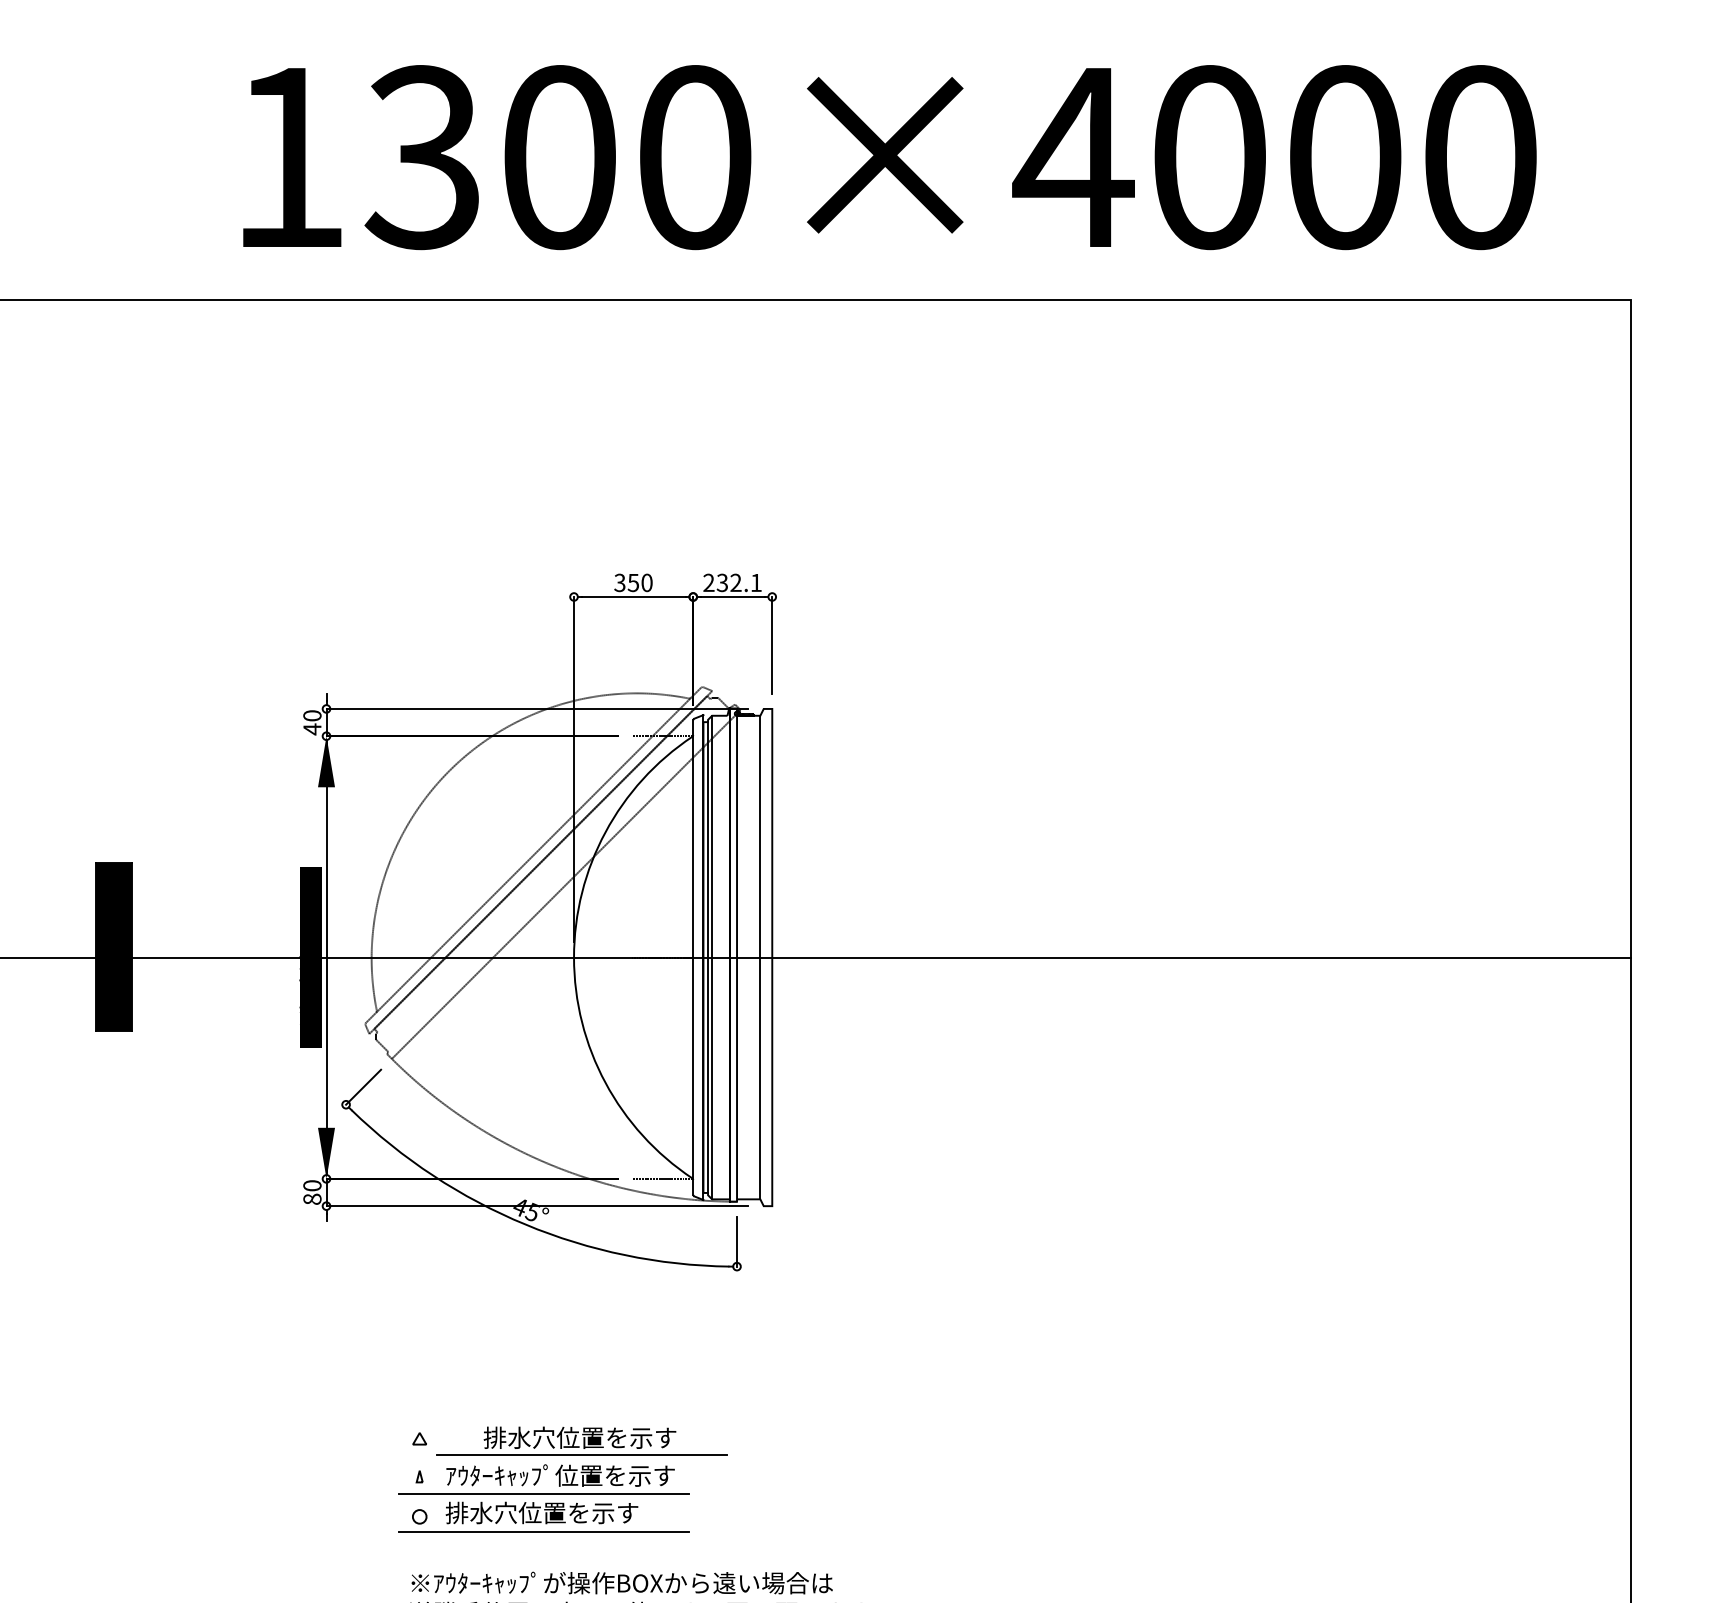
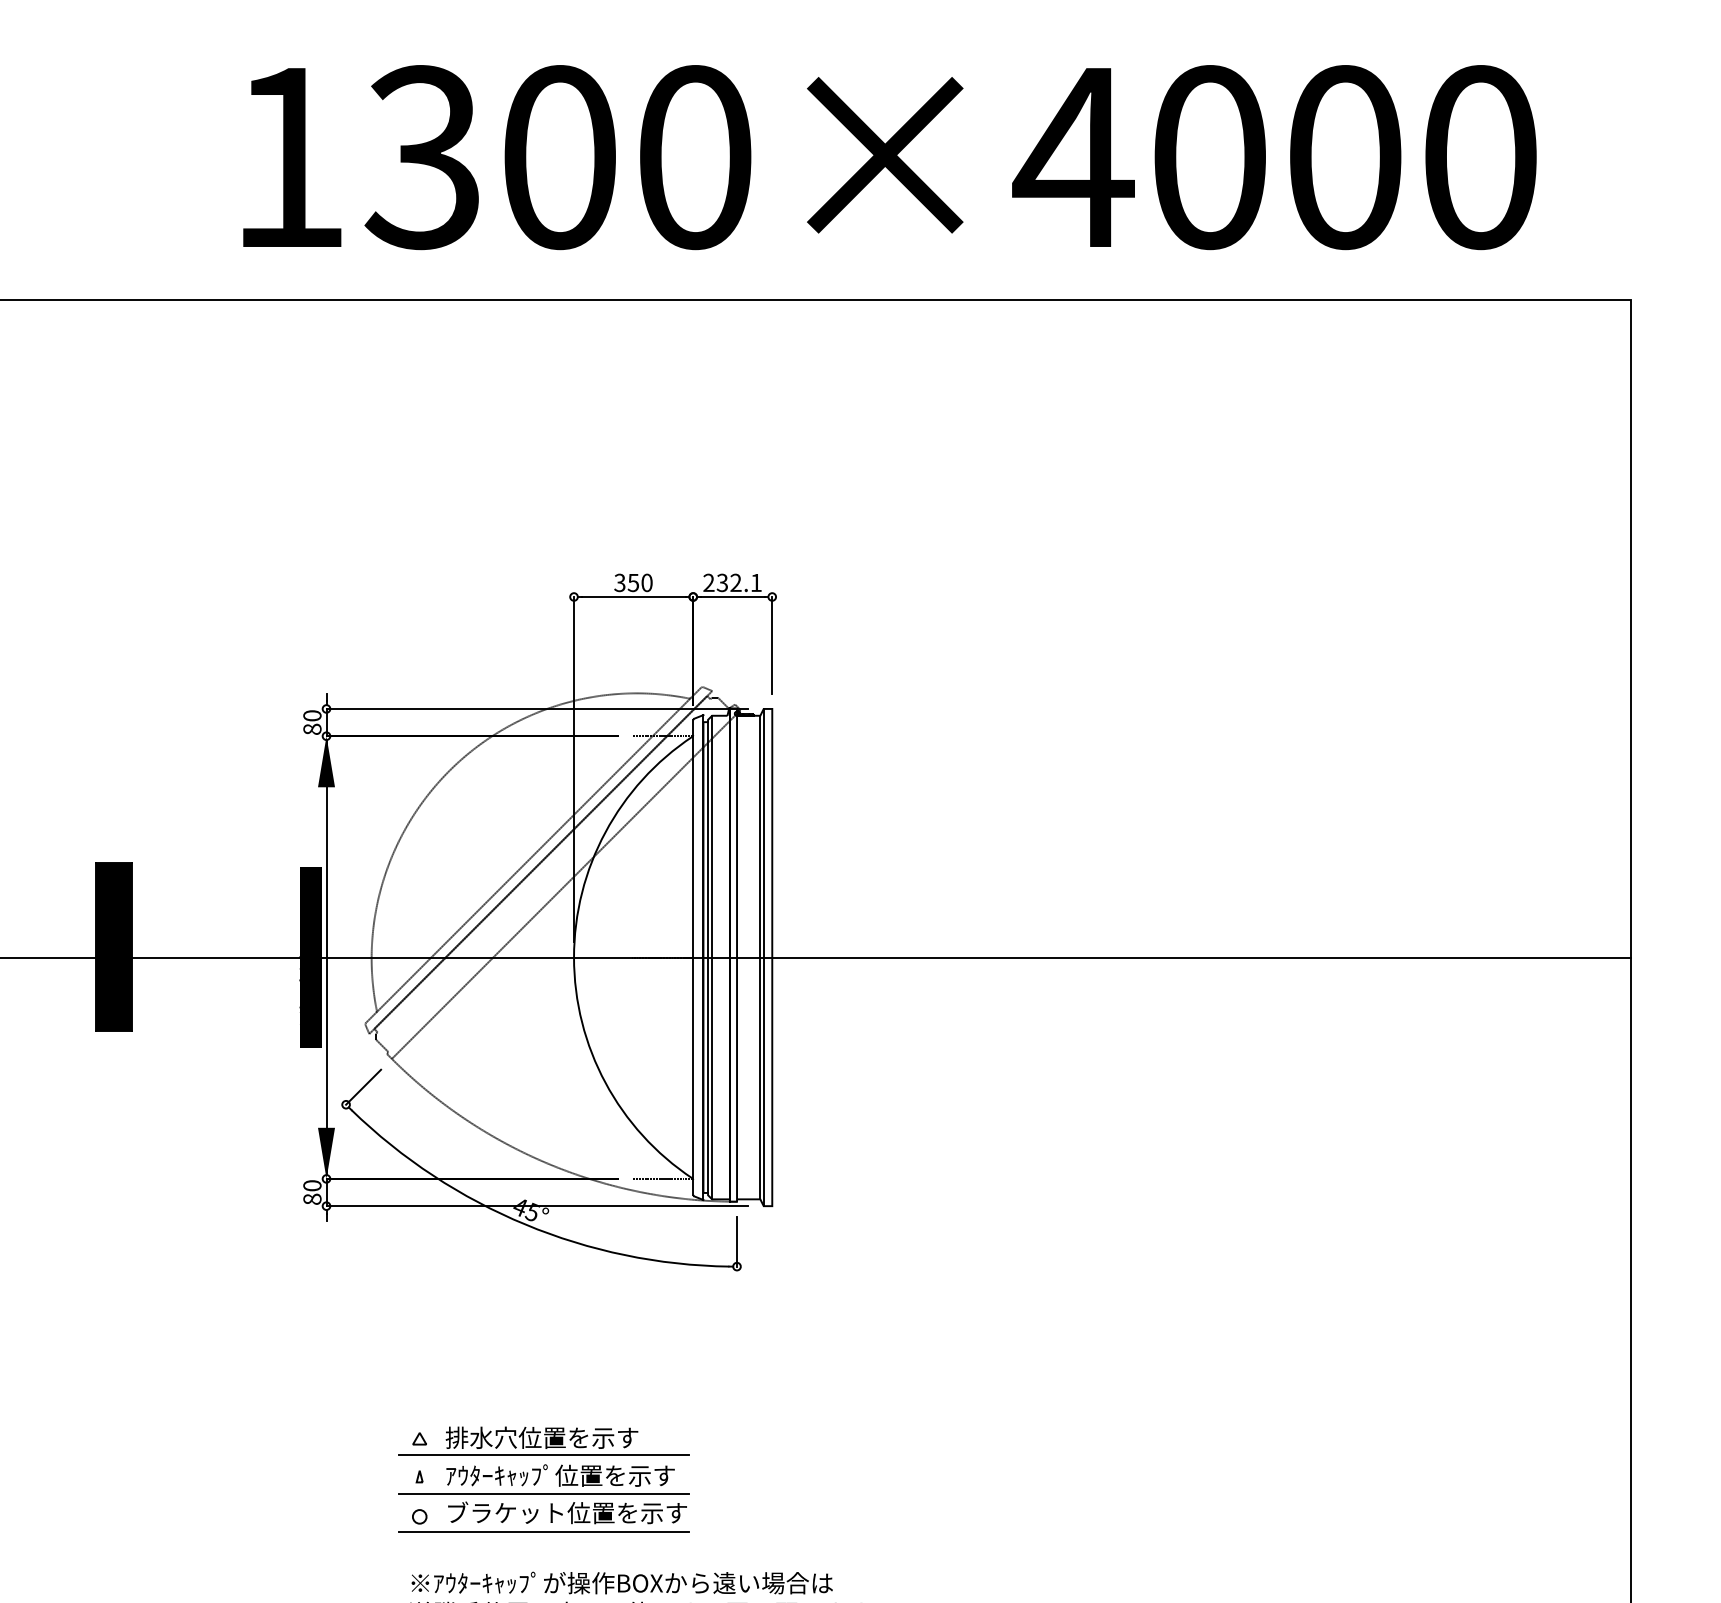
text at (312, 729): 40 -> 80
line at (763, 957): none -> present
part at (581, 1440) position: (581, 1440) -> (543, 1440)
text at (565, 1512): 排水穴位置を示す -> ブラケット位置を示す
